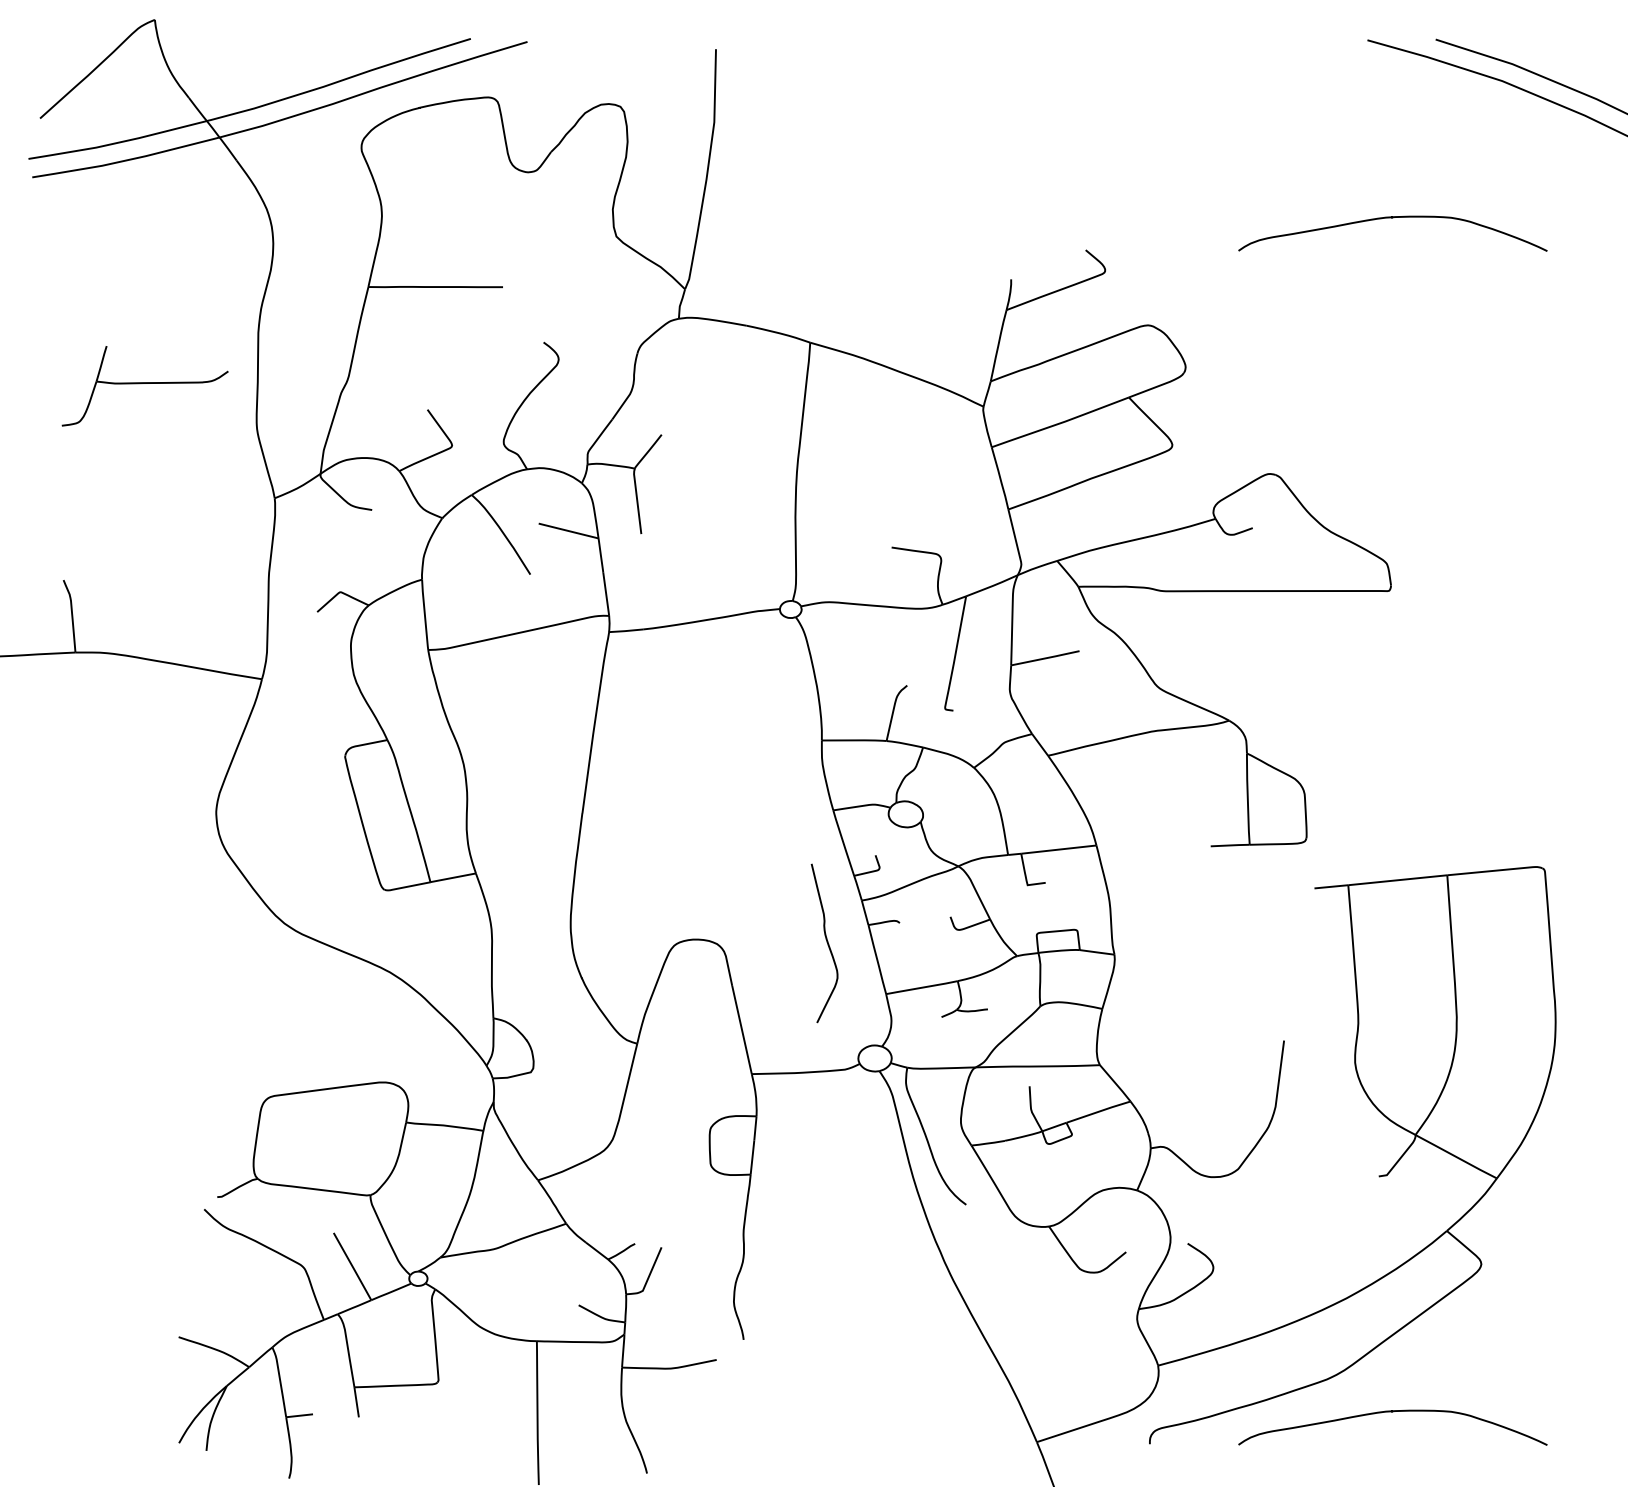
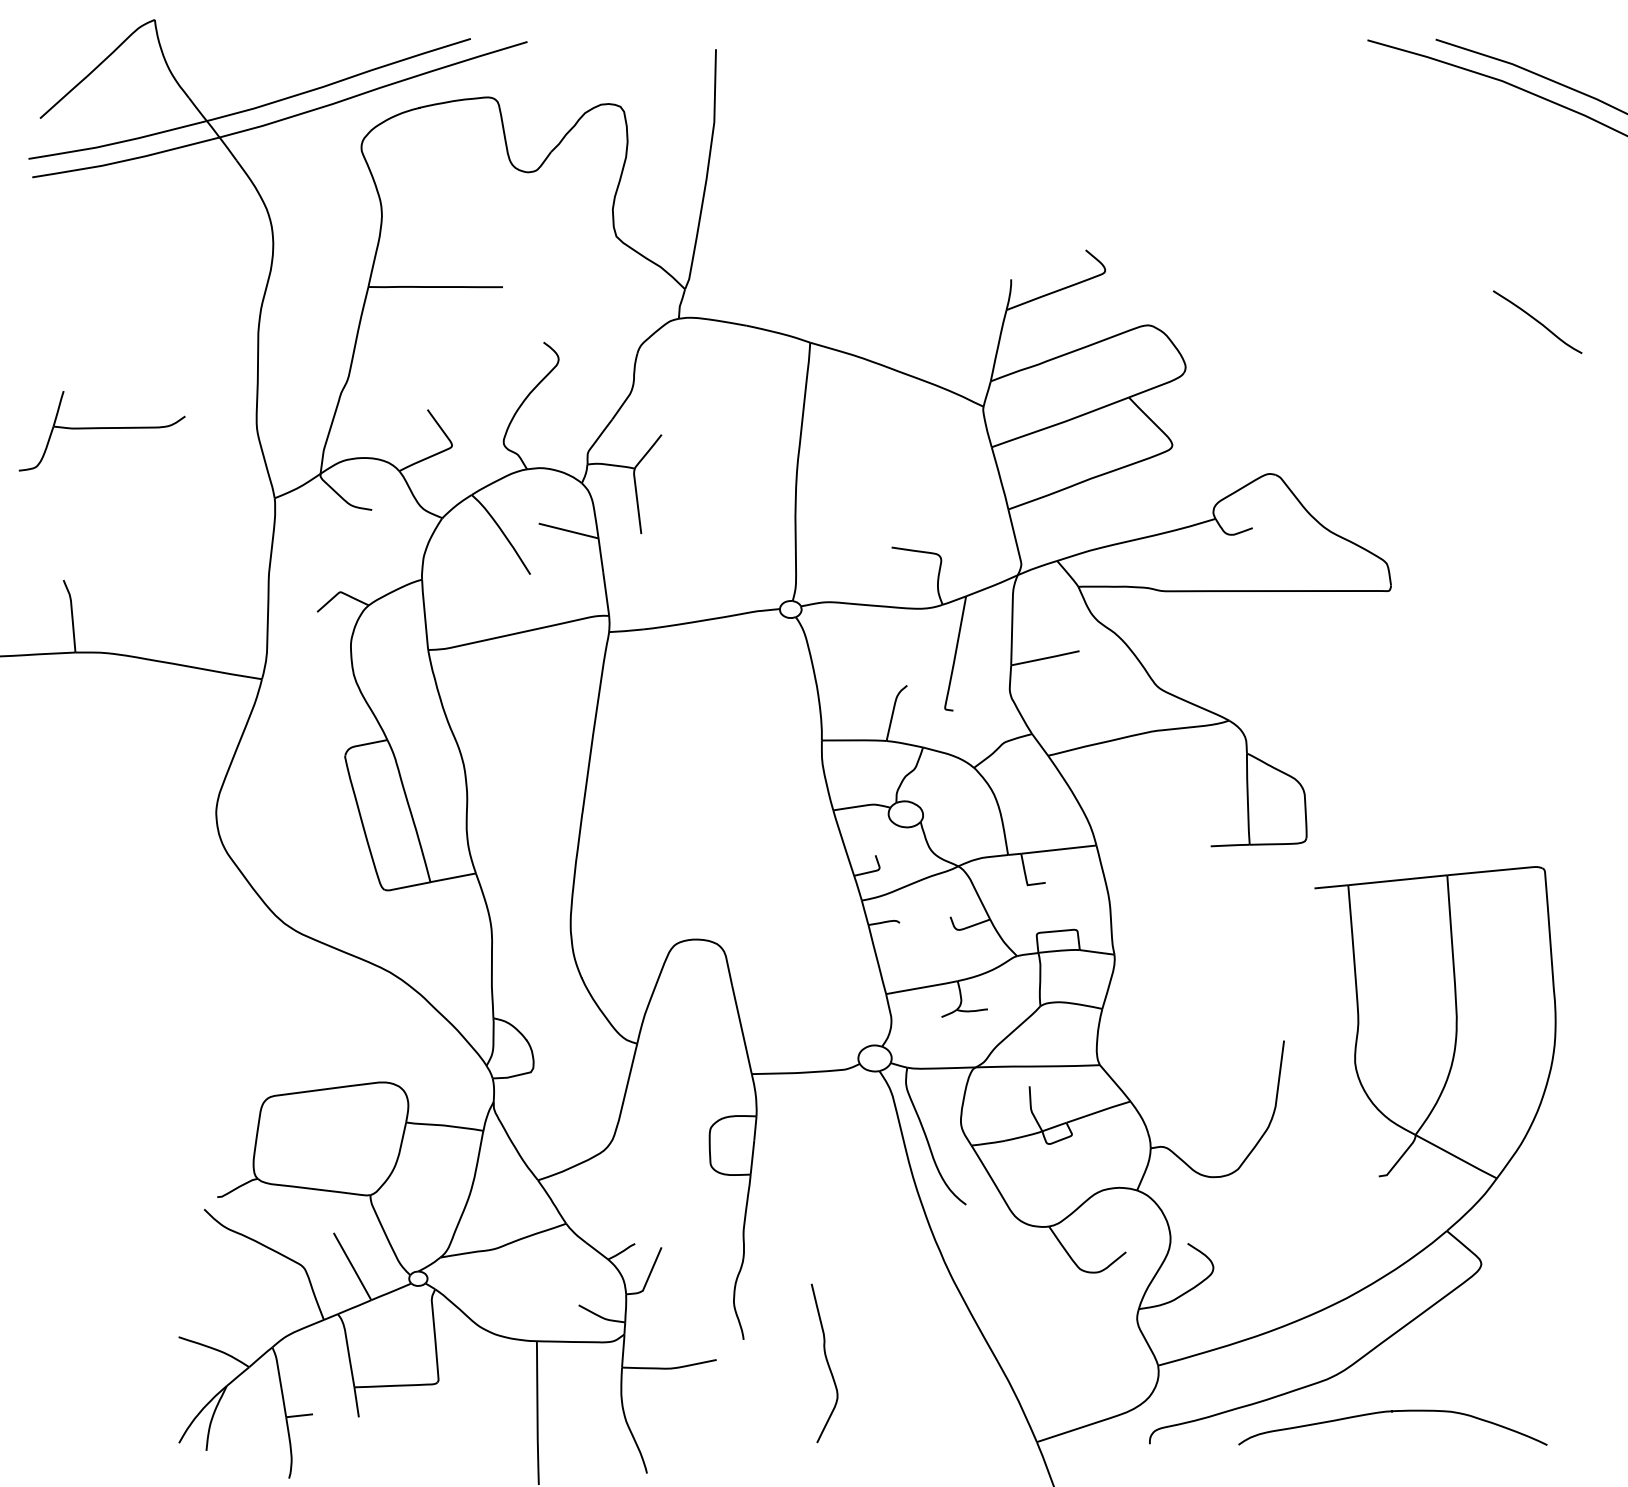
curve at (1392, 218): present -> none
curve at (1537, 321): none -> present
part at (144, 386) position: (144, 386) -> (101, 431)
curve at (826, 942) position: (826, 942) -> (826, 1362)
